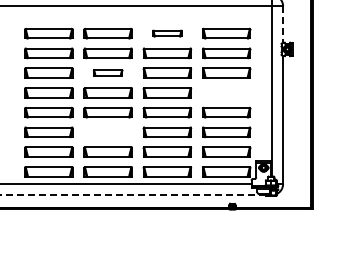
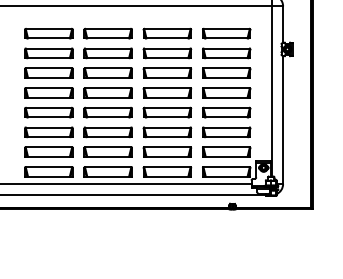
line at (283, 25): dashed -> solid
part at (167, 33) size: 31x9 px -> 51x13 px
part at (107, 72) size: 32x8 px -> 50x12 px
part at (226, 92): none -> present
part at (107, 132): none -> present
line at (133, 195): dashed -> solid
